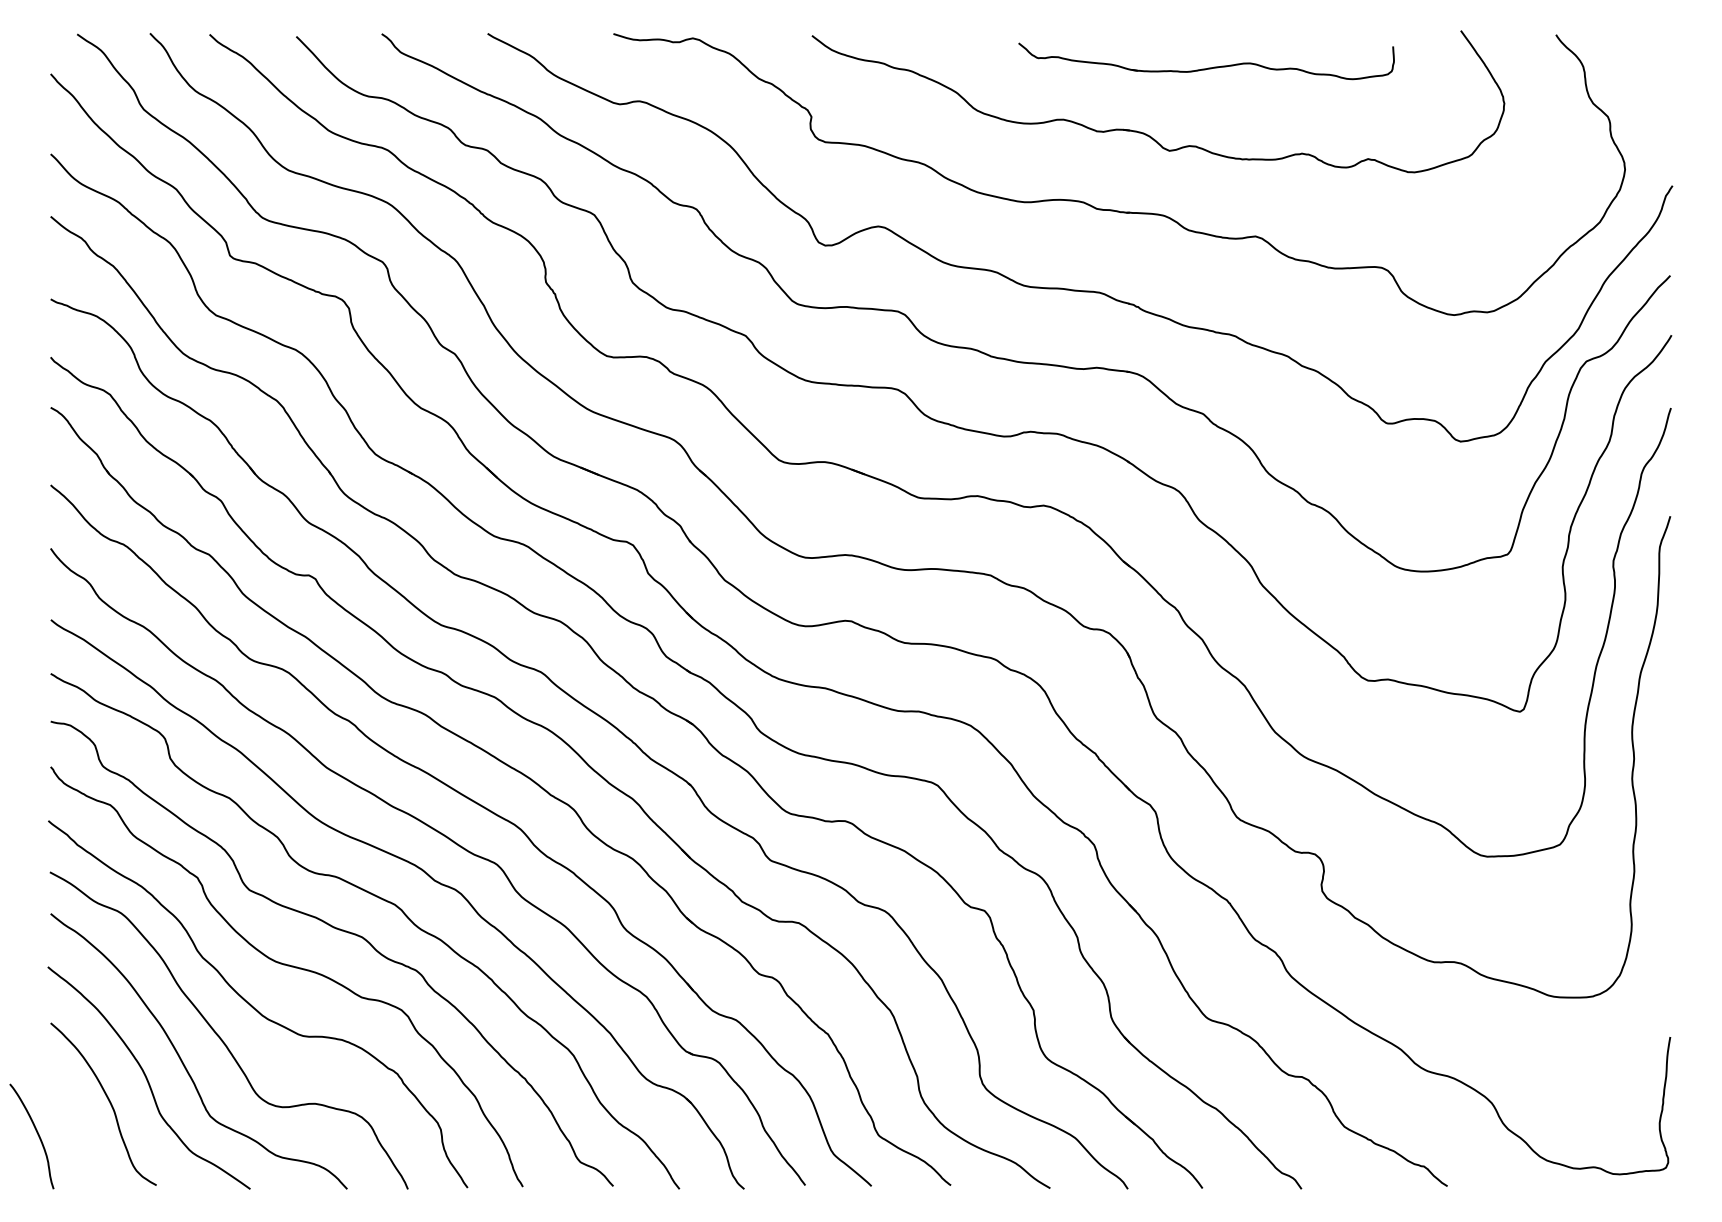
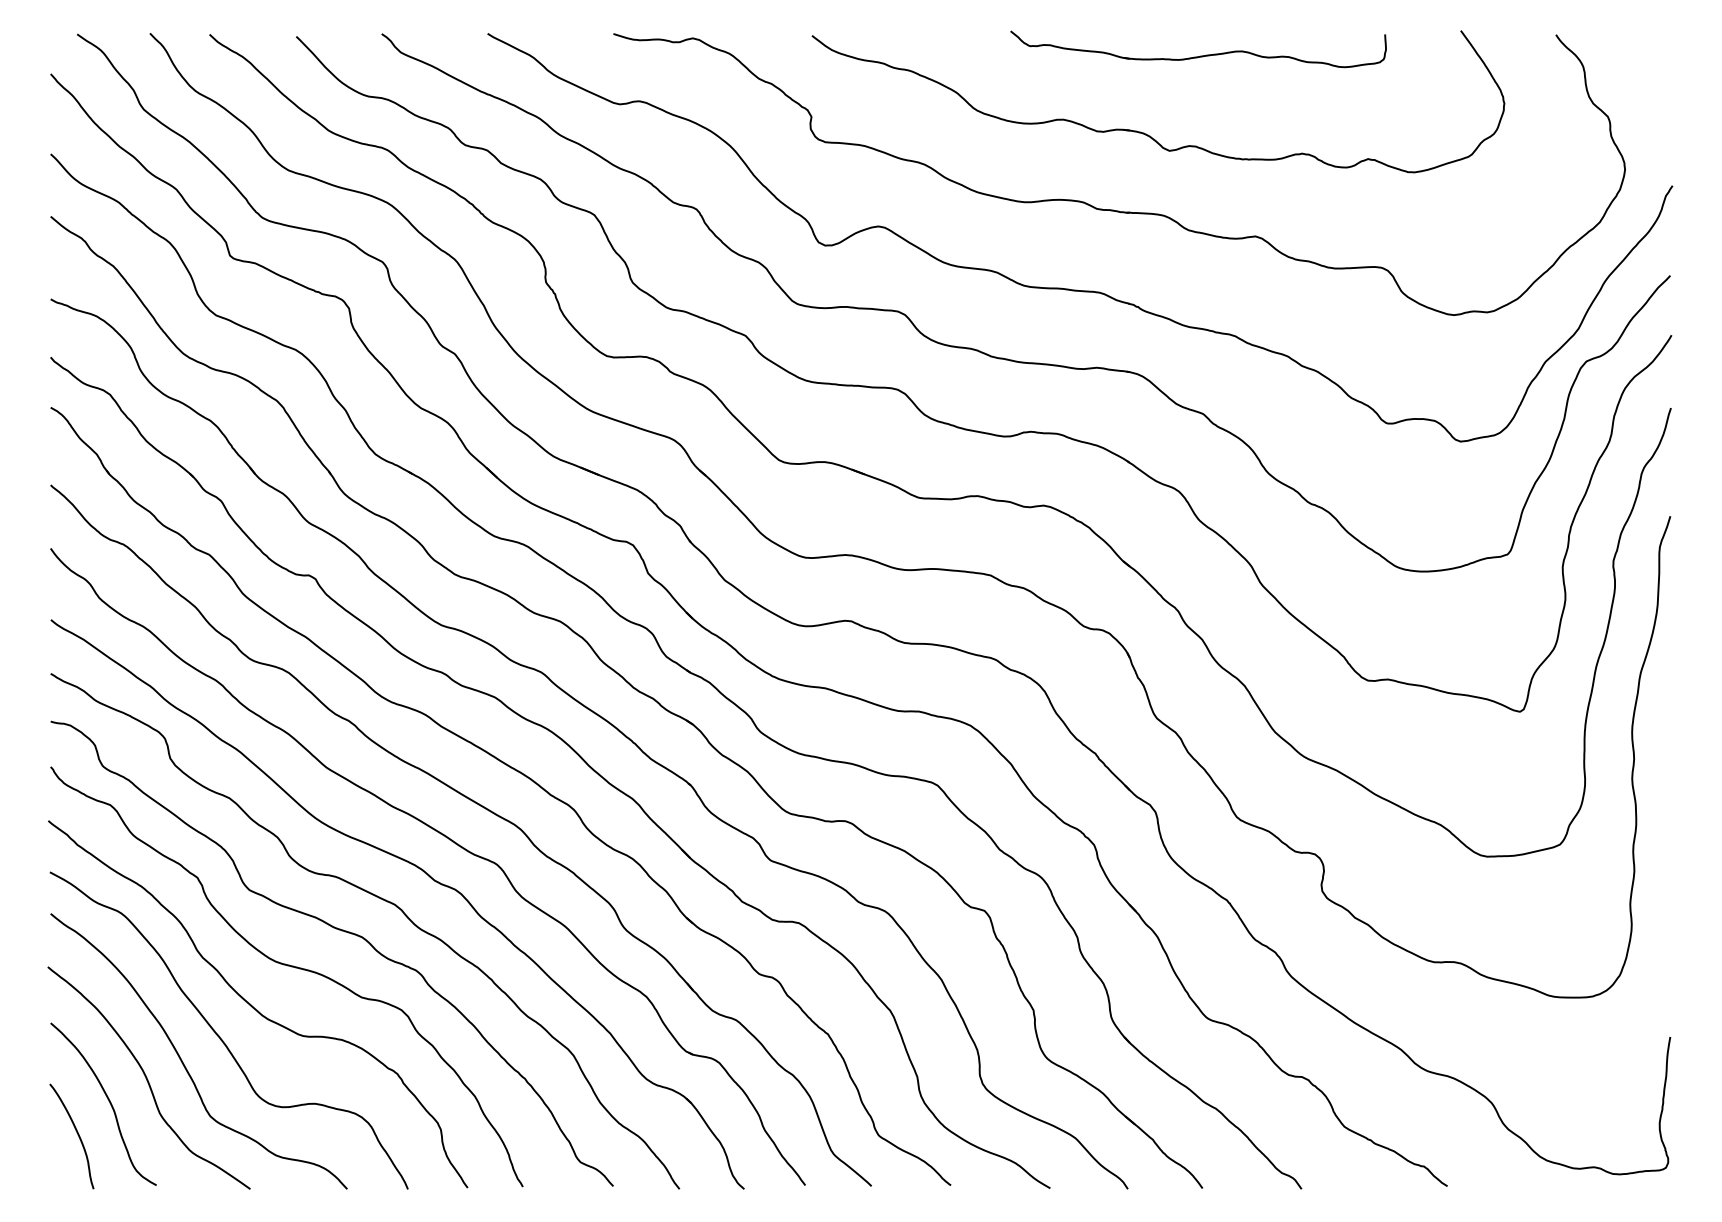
part at (1208, 67) position: (1208, 67) -> (1200, 55)
curve at (37, 1135) position: (37, 1135) -> (77, 1135)
